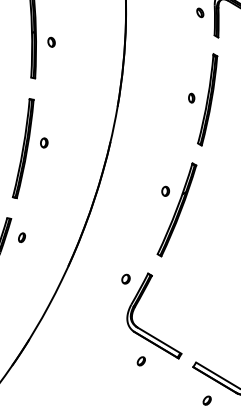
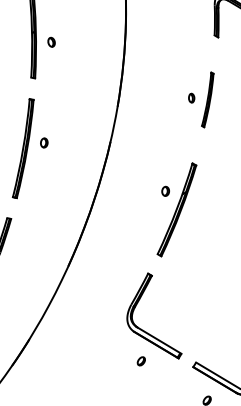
part at (200, 12): present -> none
part at (207, 99) size: 22x94 px -> 14x58 px
part at (21, 237): present -> none
part at (125, 278): present -> none
